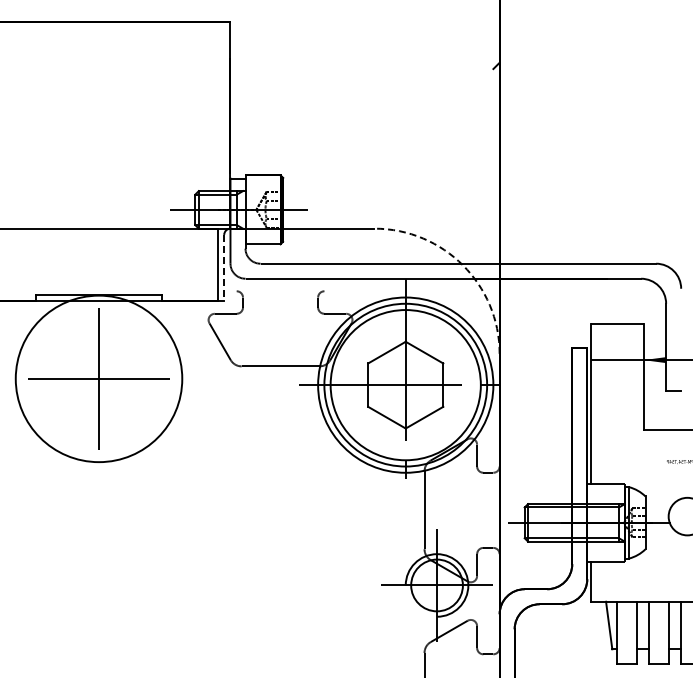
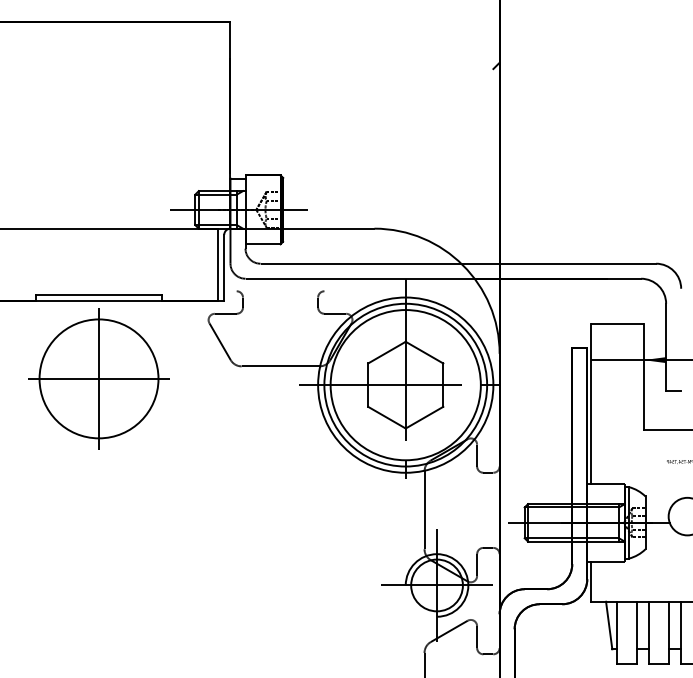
arc at (462, 265): dashed -> solid
line at (224, 268): dashed -> solid
circle at (98, 378) diameter: 167 px -> 119 px
